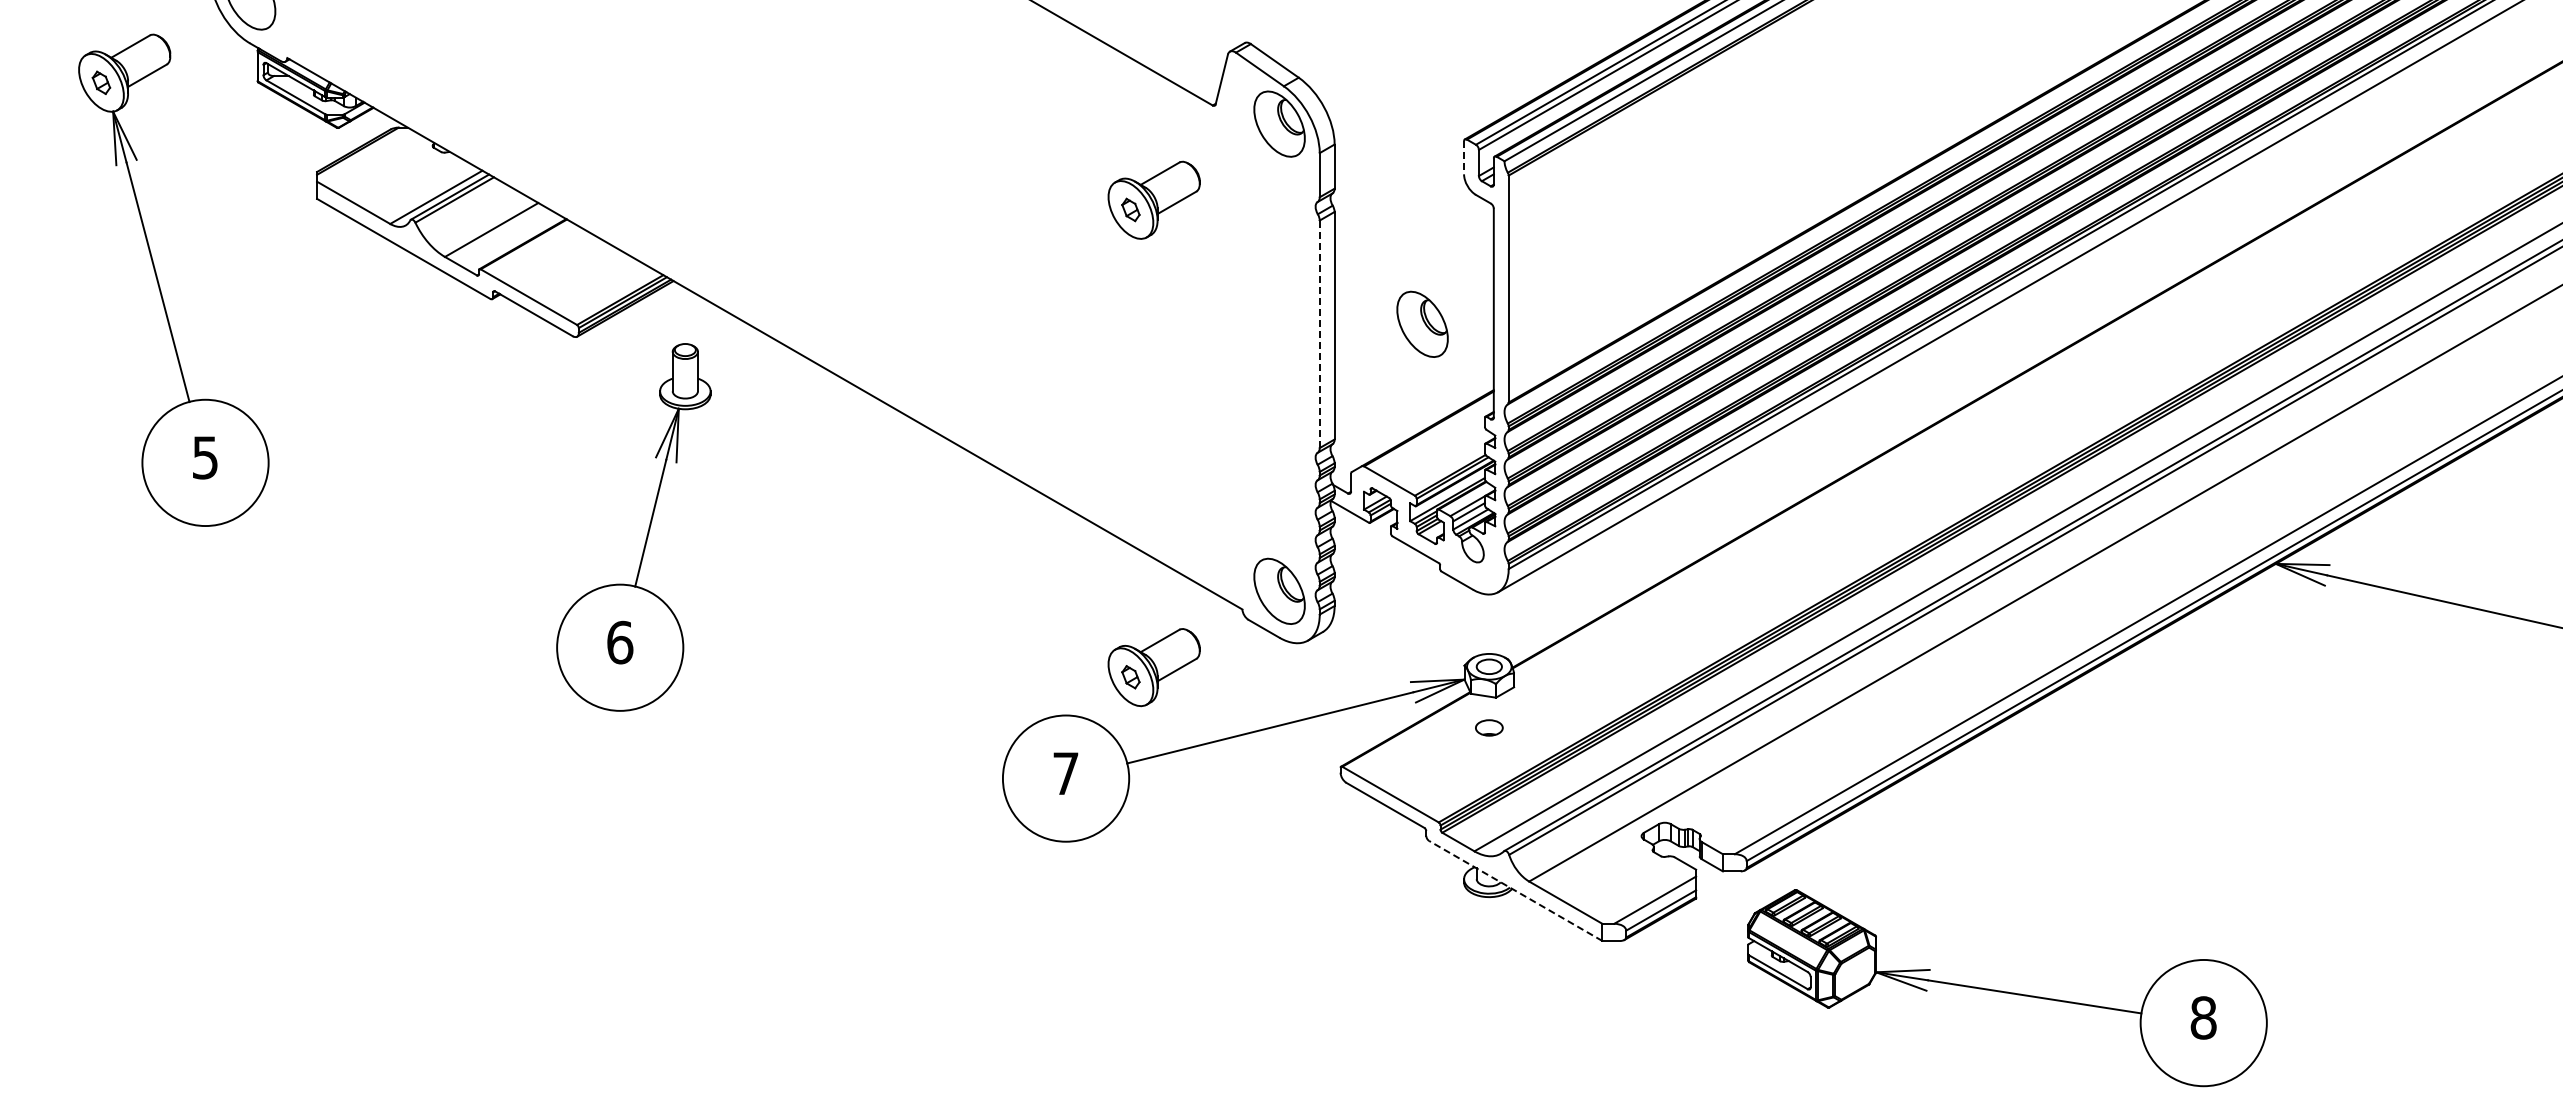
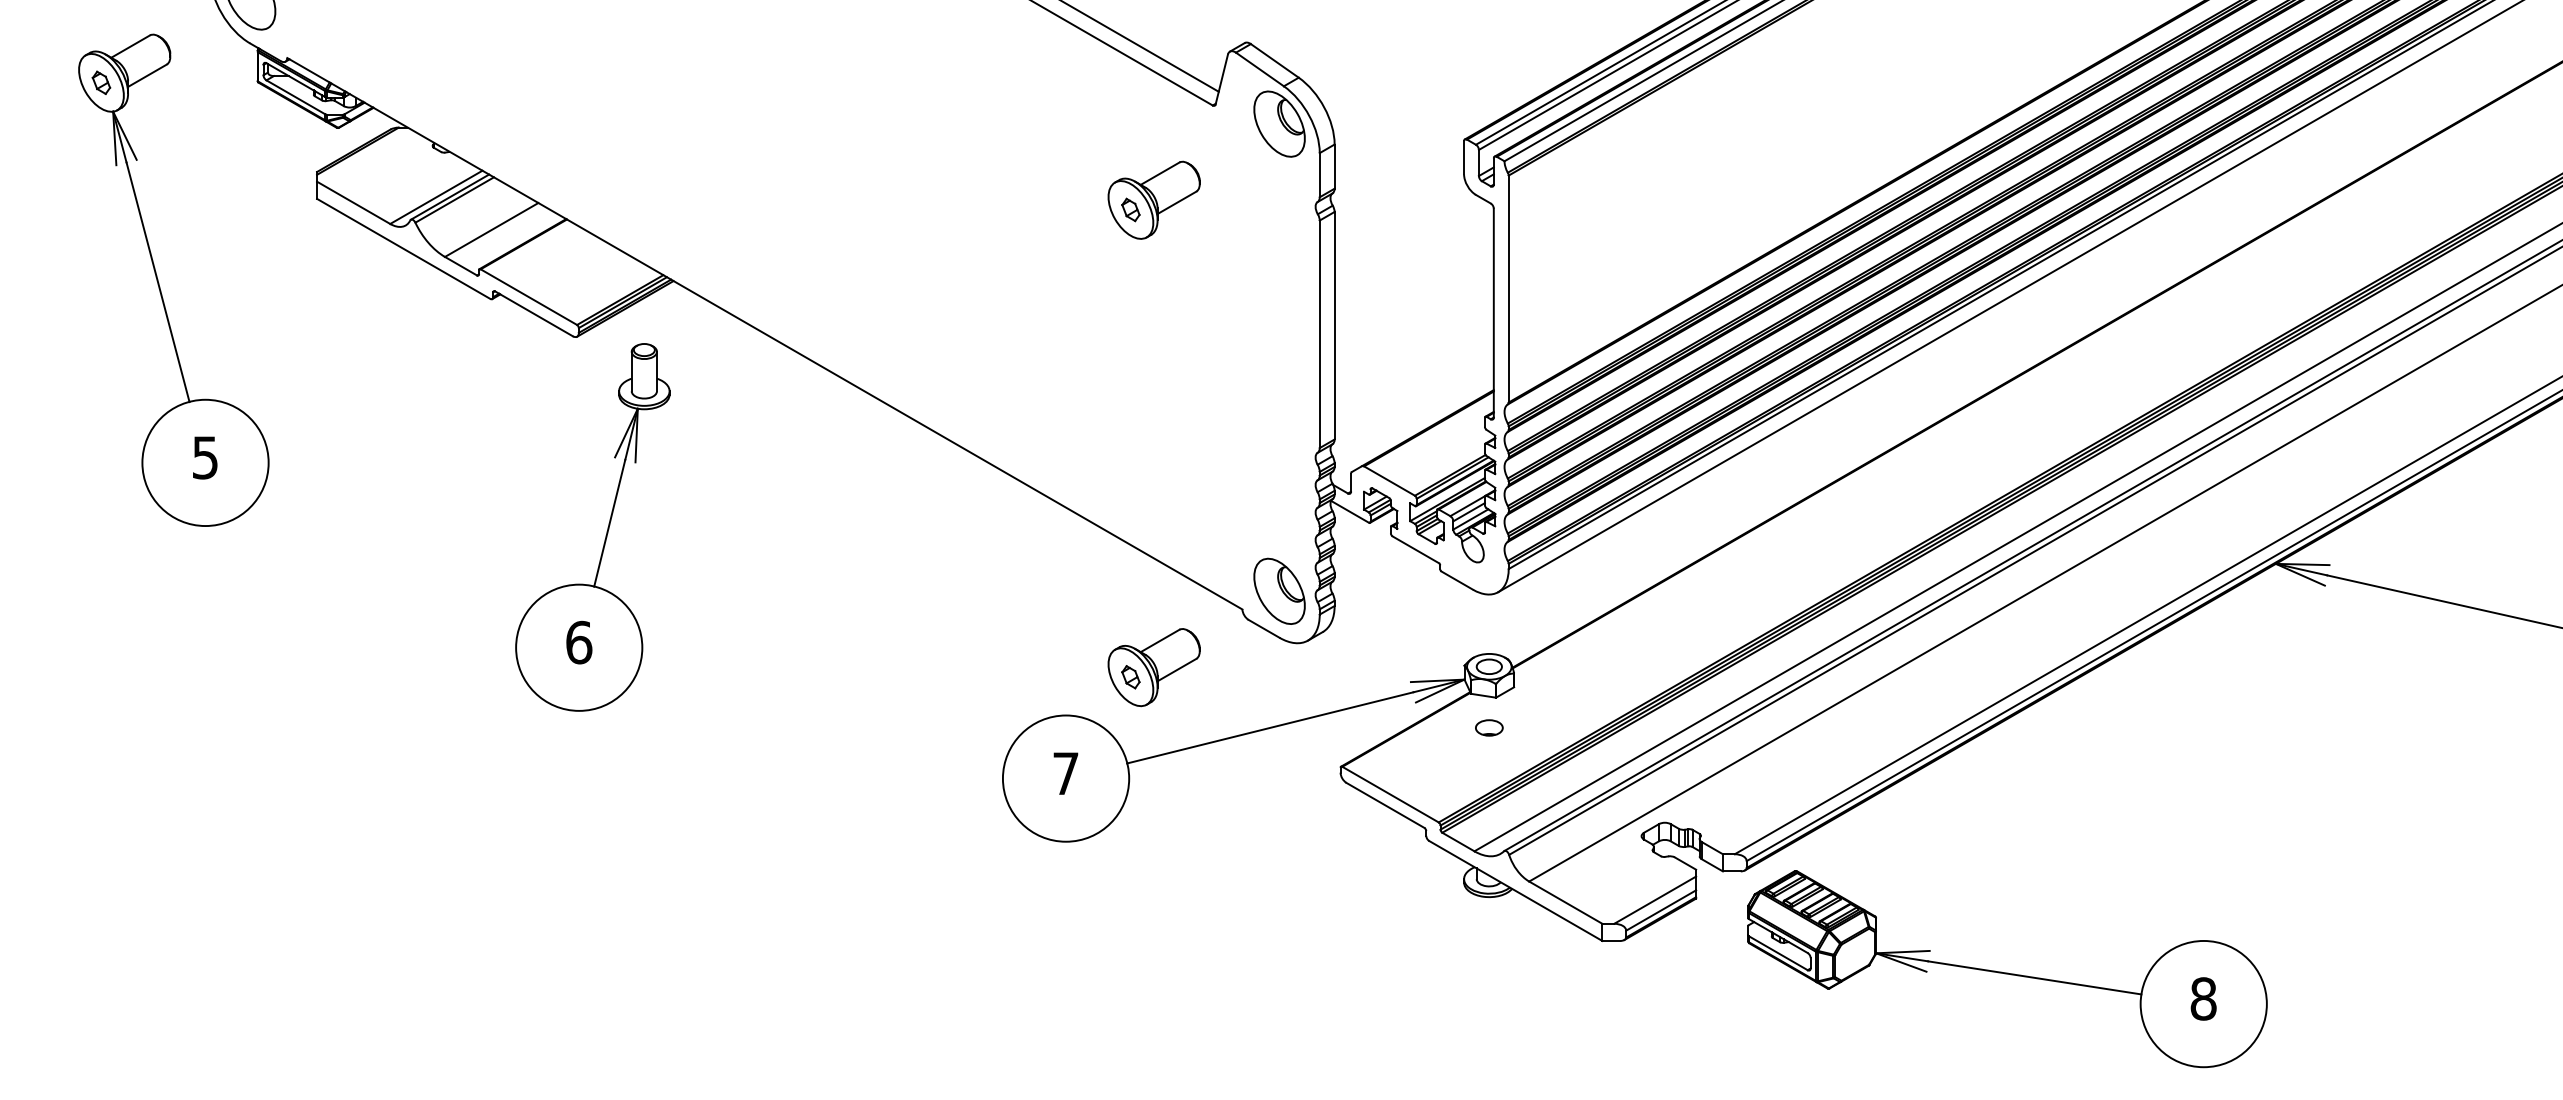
line at (1140, 46): none -> present
line at (1464, 158): dashed -> solid
part at (1422, 323): present -> none
line at (1319, 334): dashed -> solid
part at (647, 531) position: (647, 531) -> (606, 531)
line at (1515, 891): dashed -> solid
part at (2007, 988) position: (2007, 988) -> (2007, 969)
